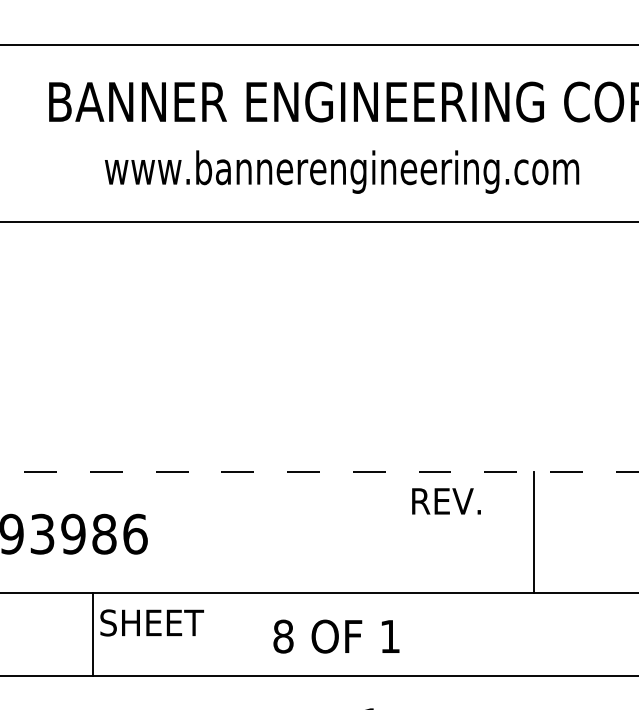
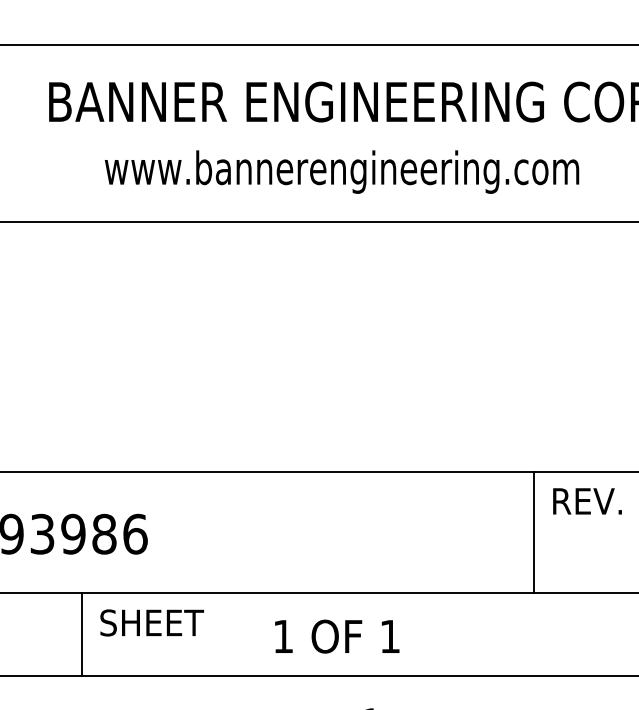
line at (319, 471): dashed -> solid
text at (446, 501) position: (446, 501) -> (587, 501)
line at (92, 634) position: (92, 634) -> (81, 634)
text at (283, 636): 8 -> 1
